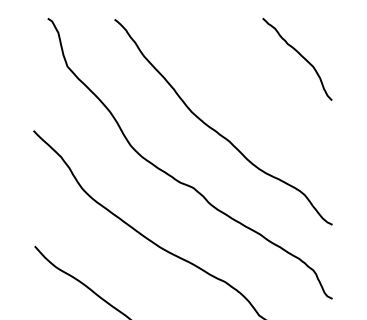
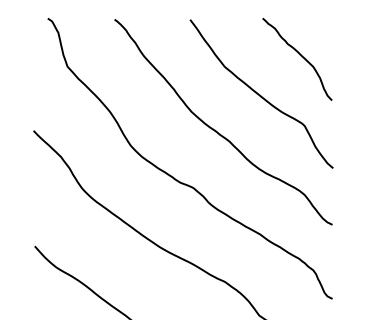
curve at (260, 94): none -> present
